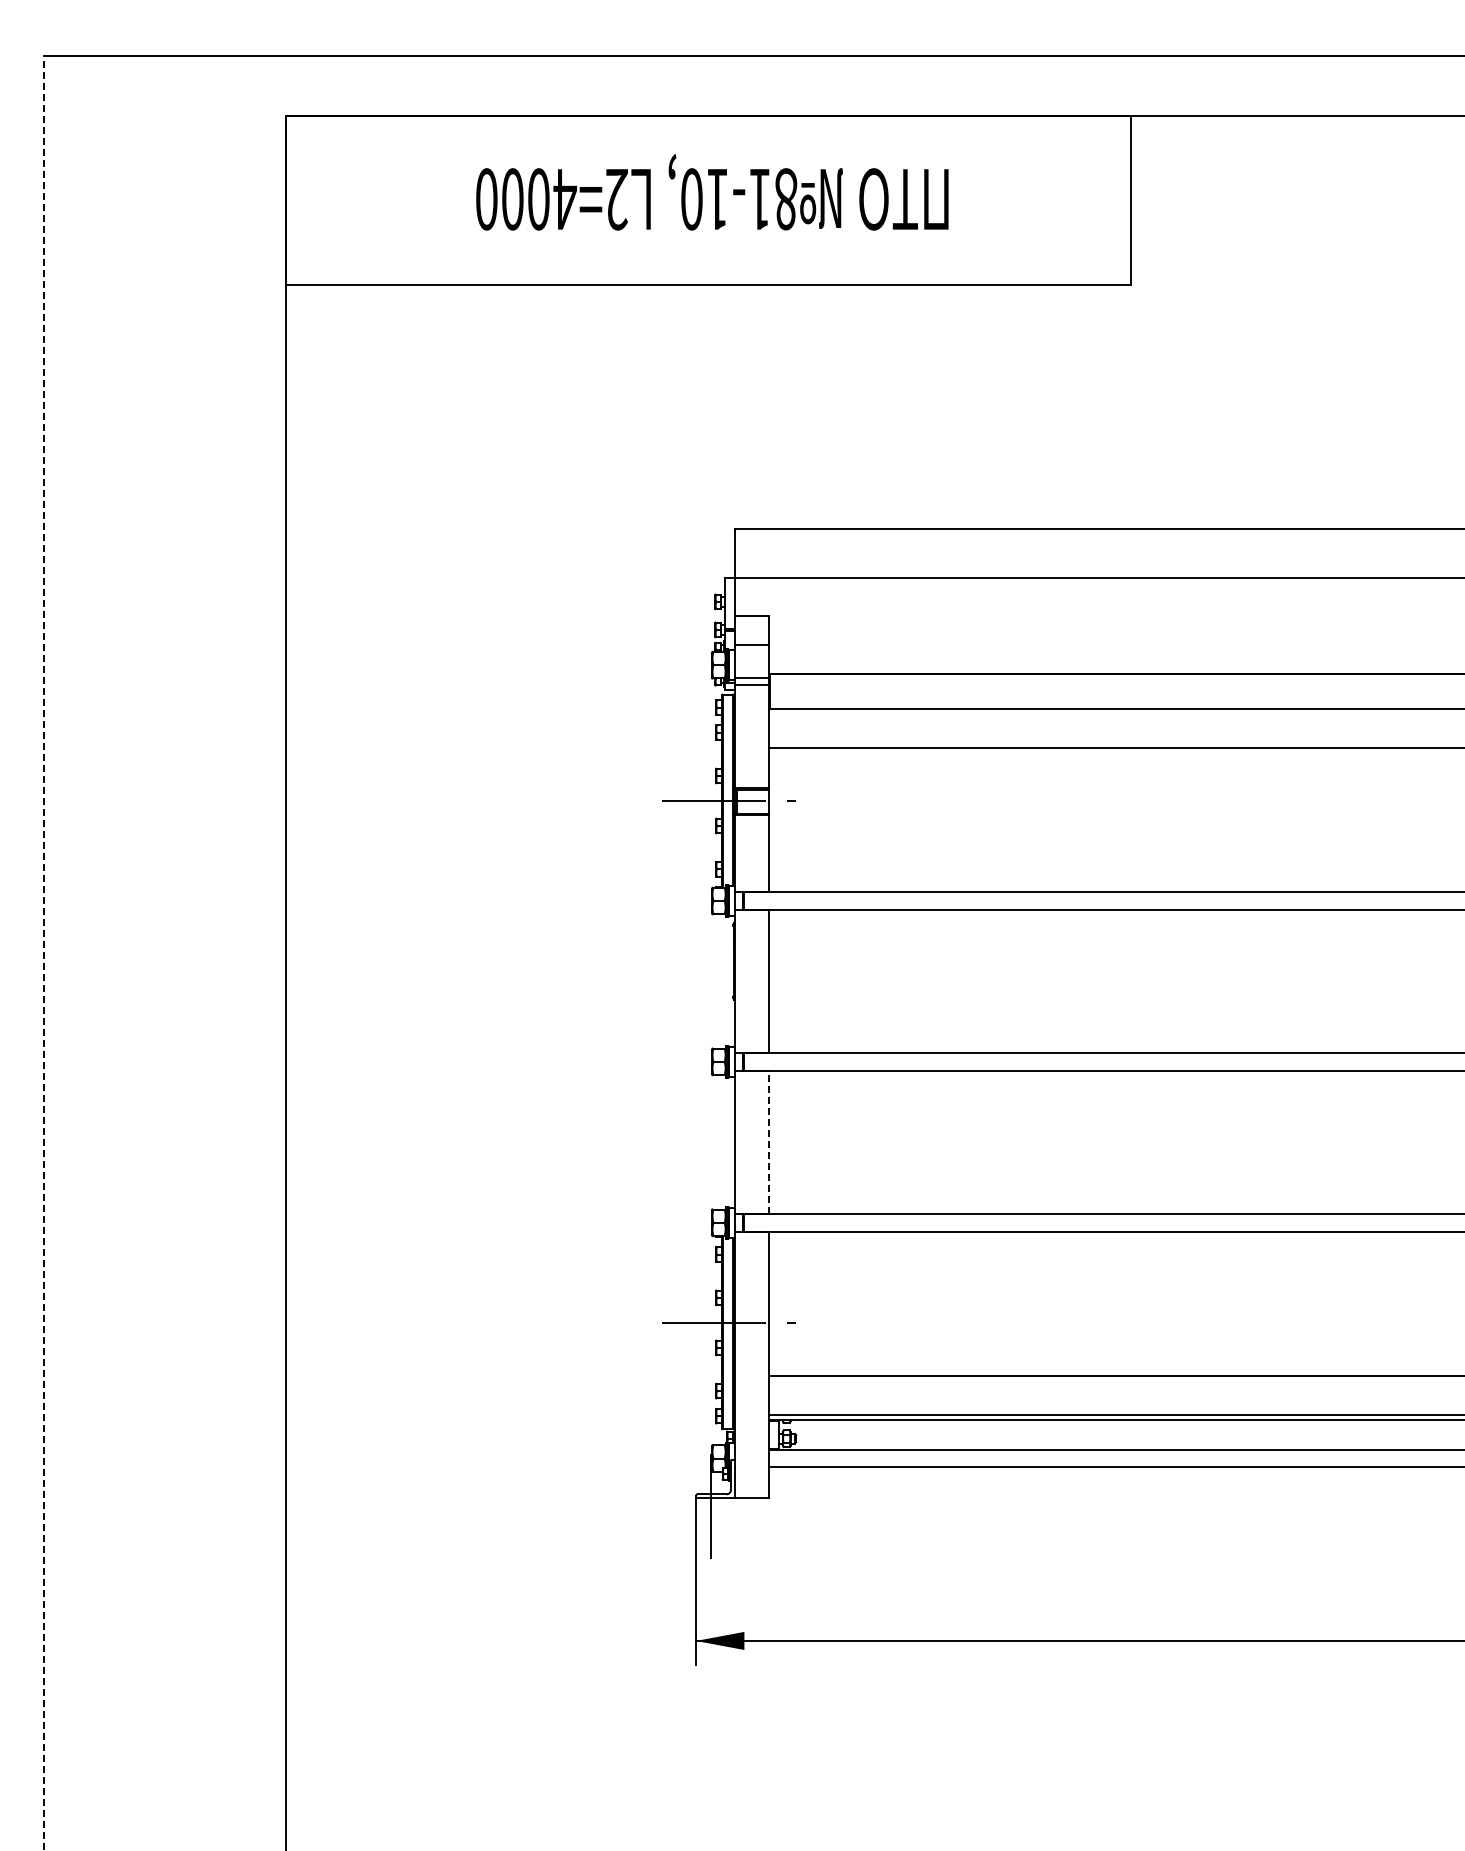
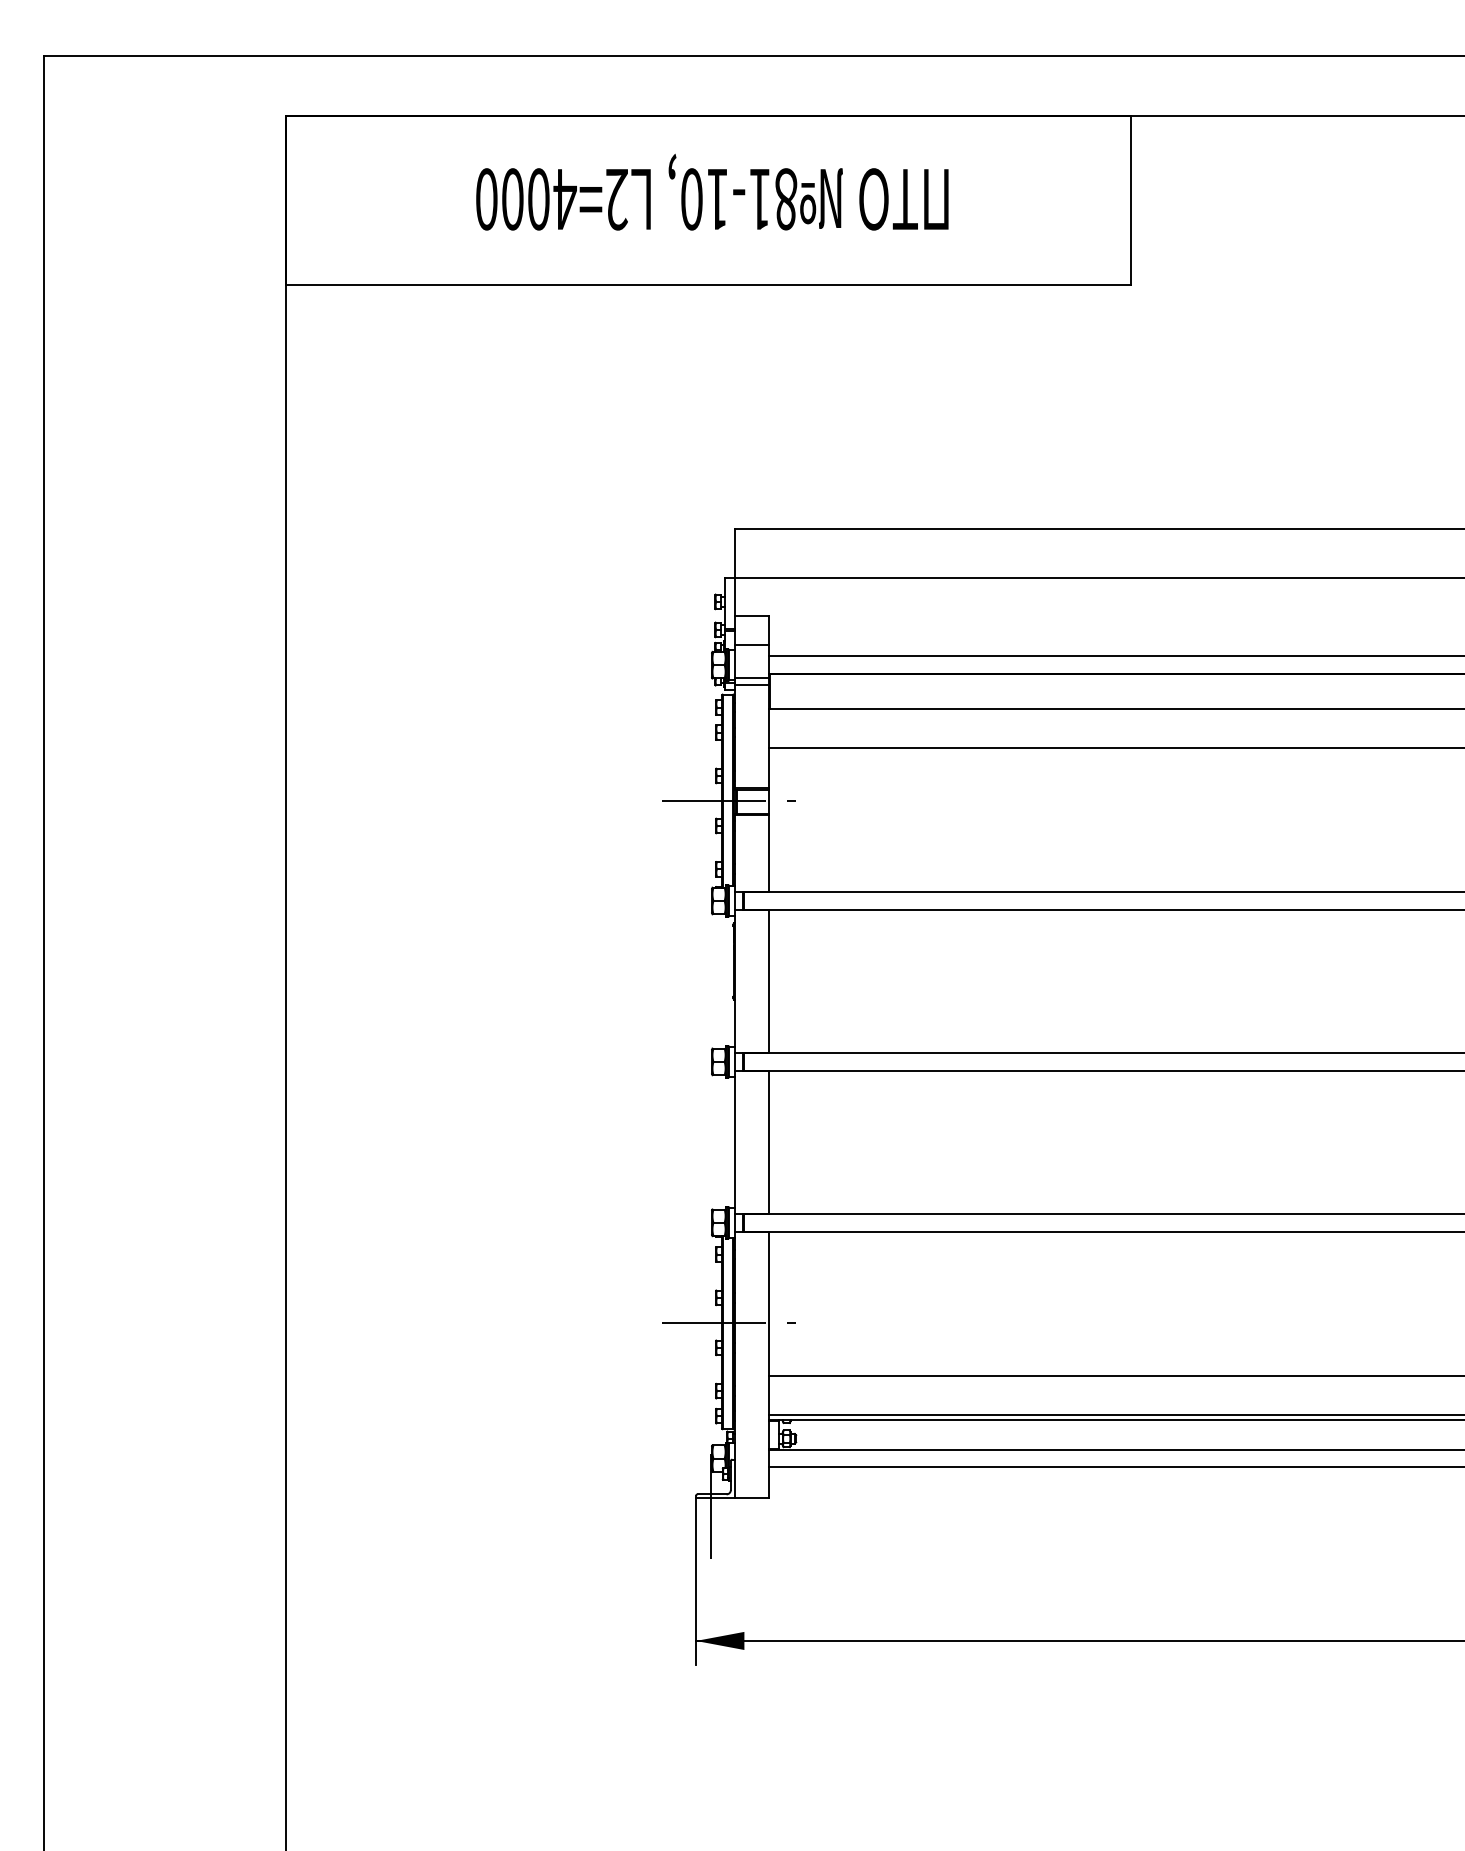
line at (1114, 656): none -> present
line at (43, 952): dashed -> solid
line at (768, 1142): dashed -> solid
